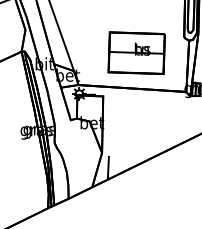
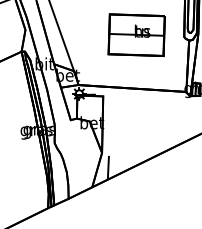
part at (136, 52) position: (136, 52) -> (136, 34)
